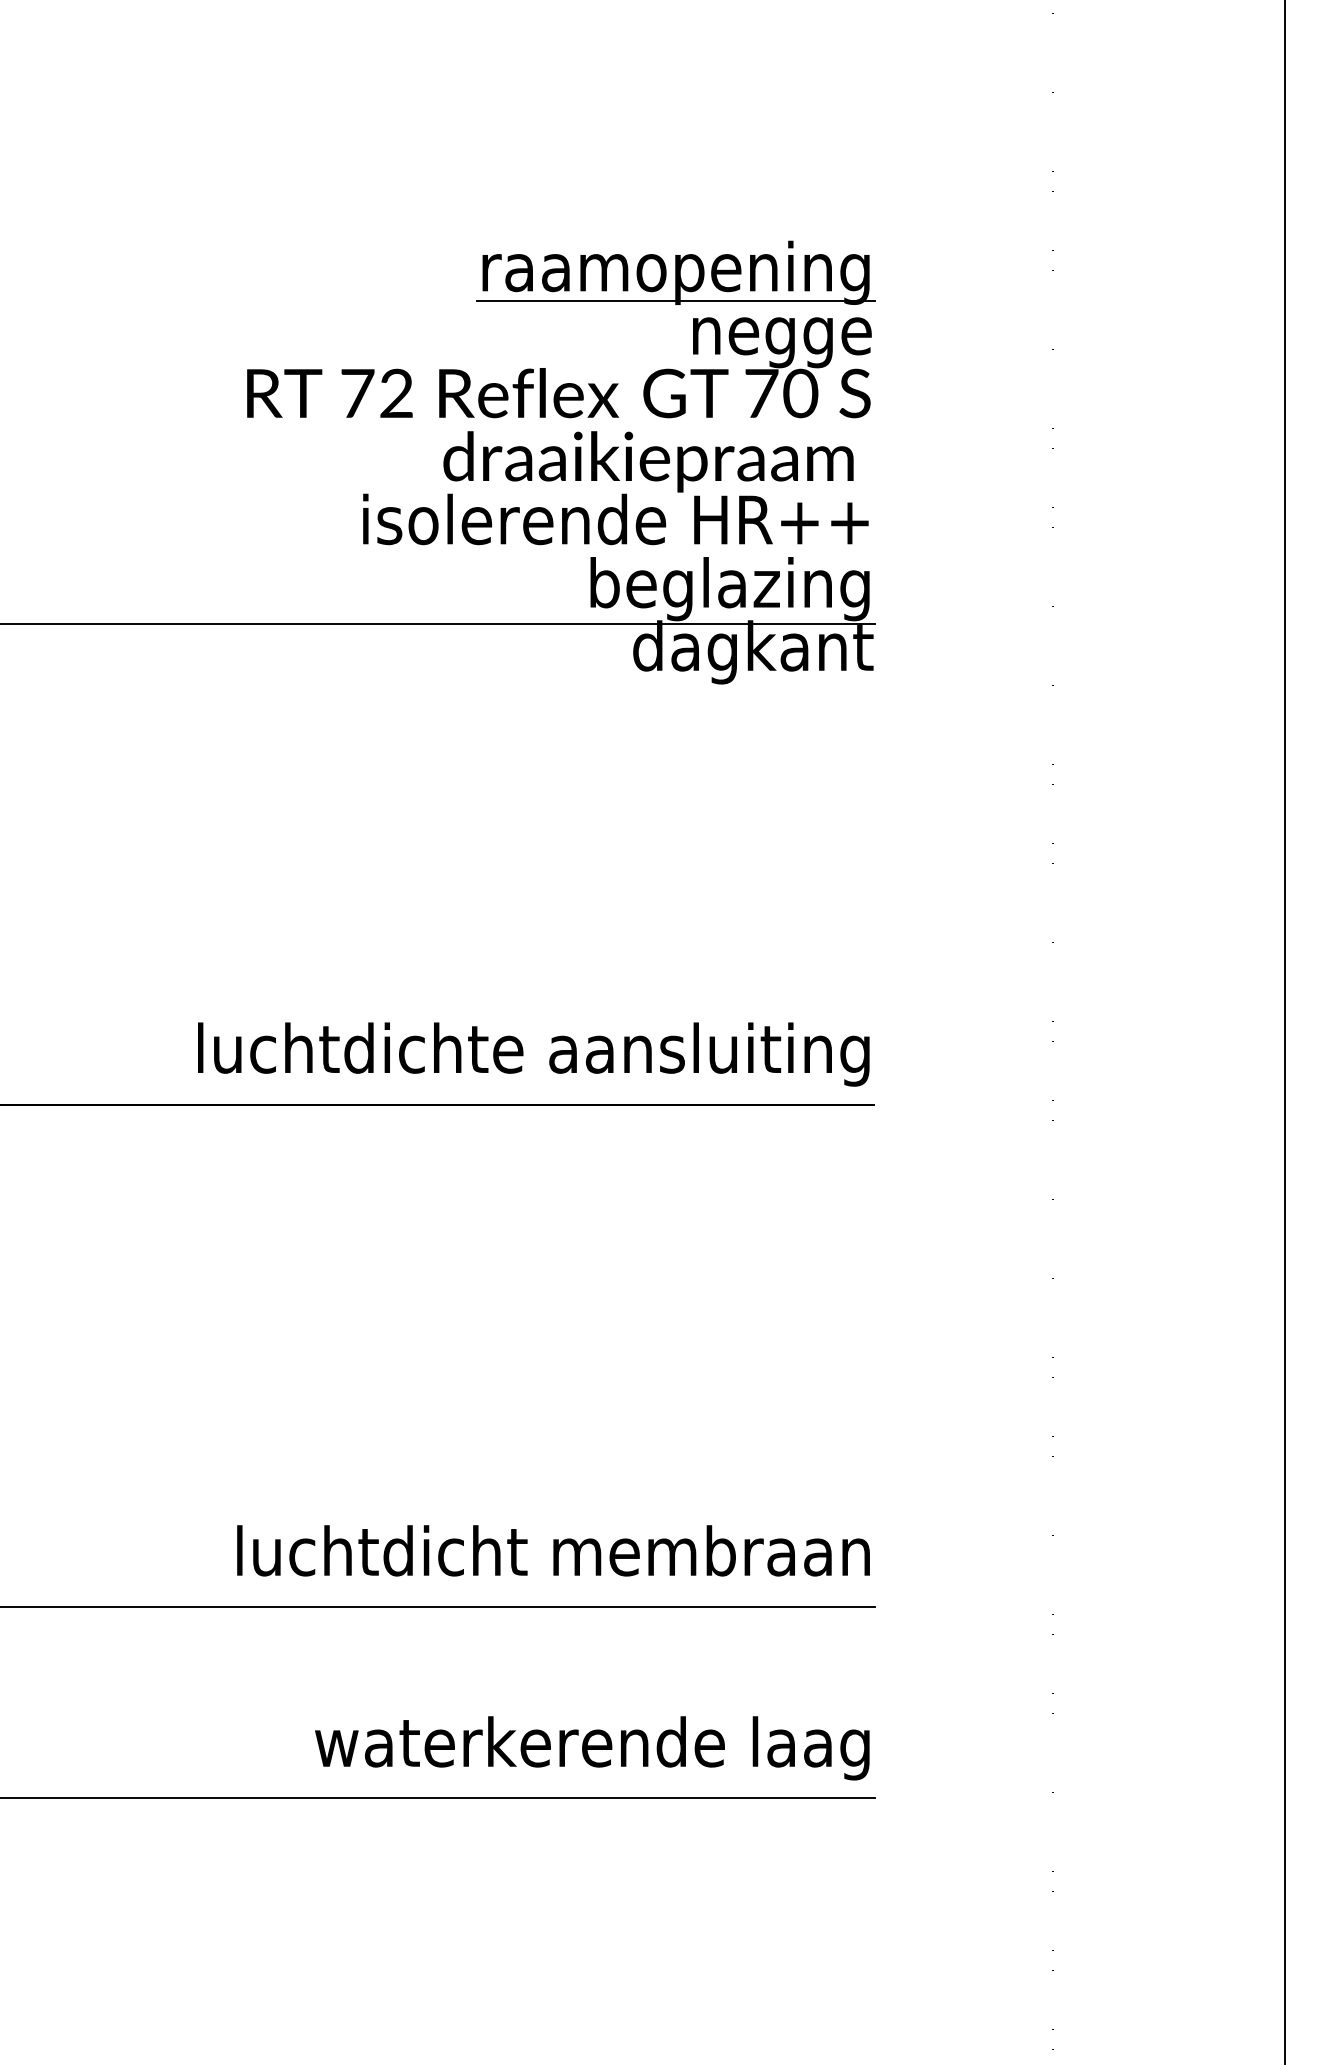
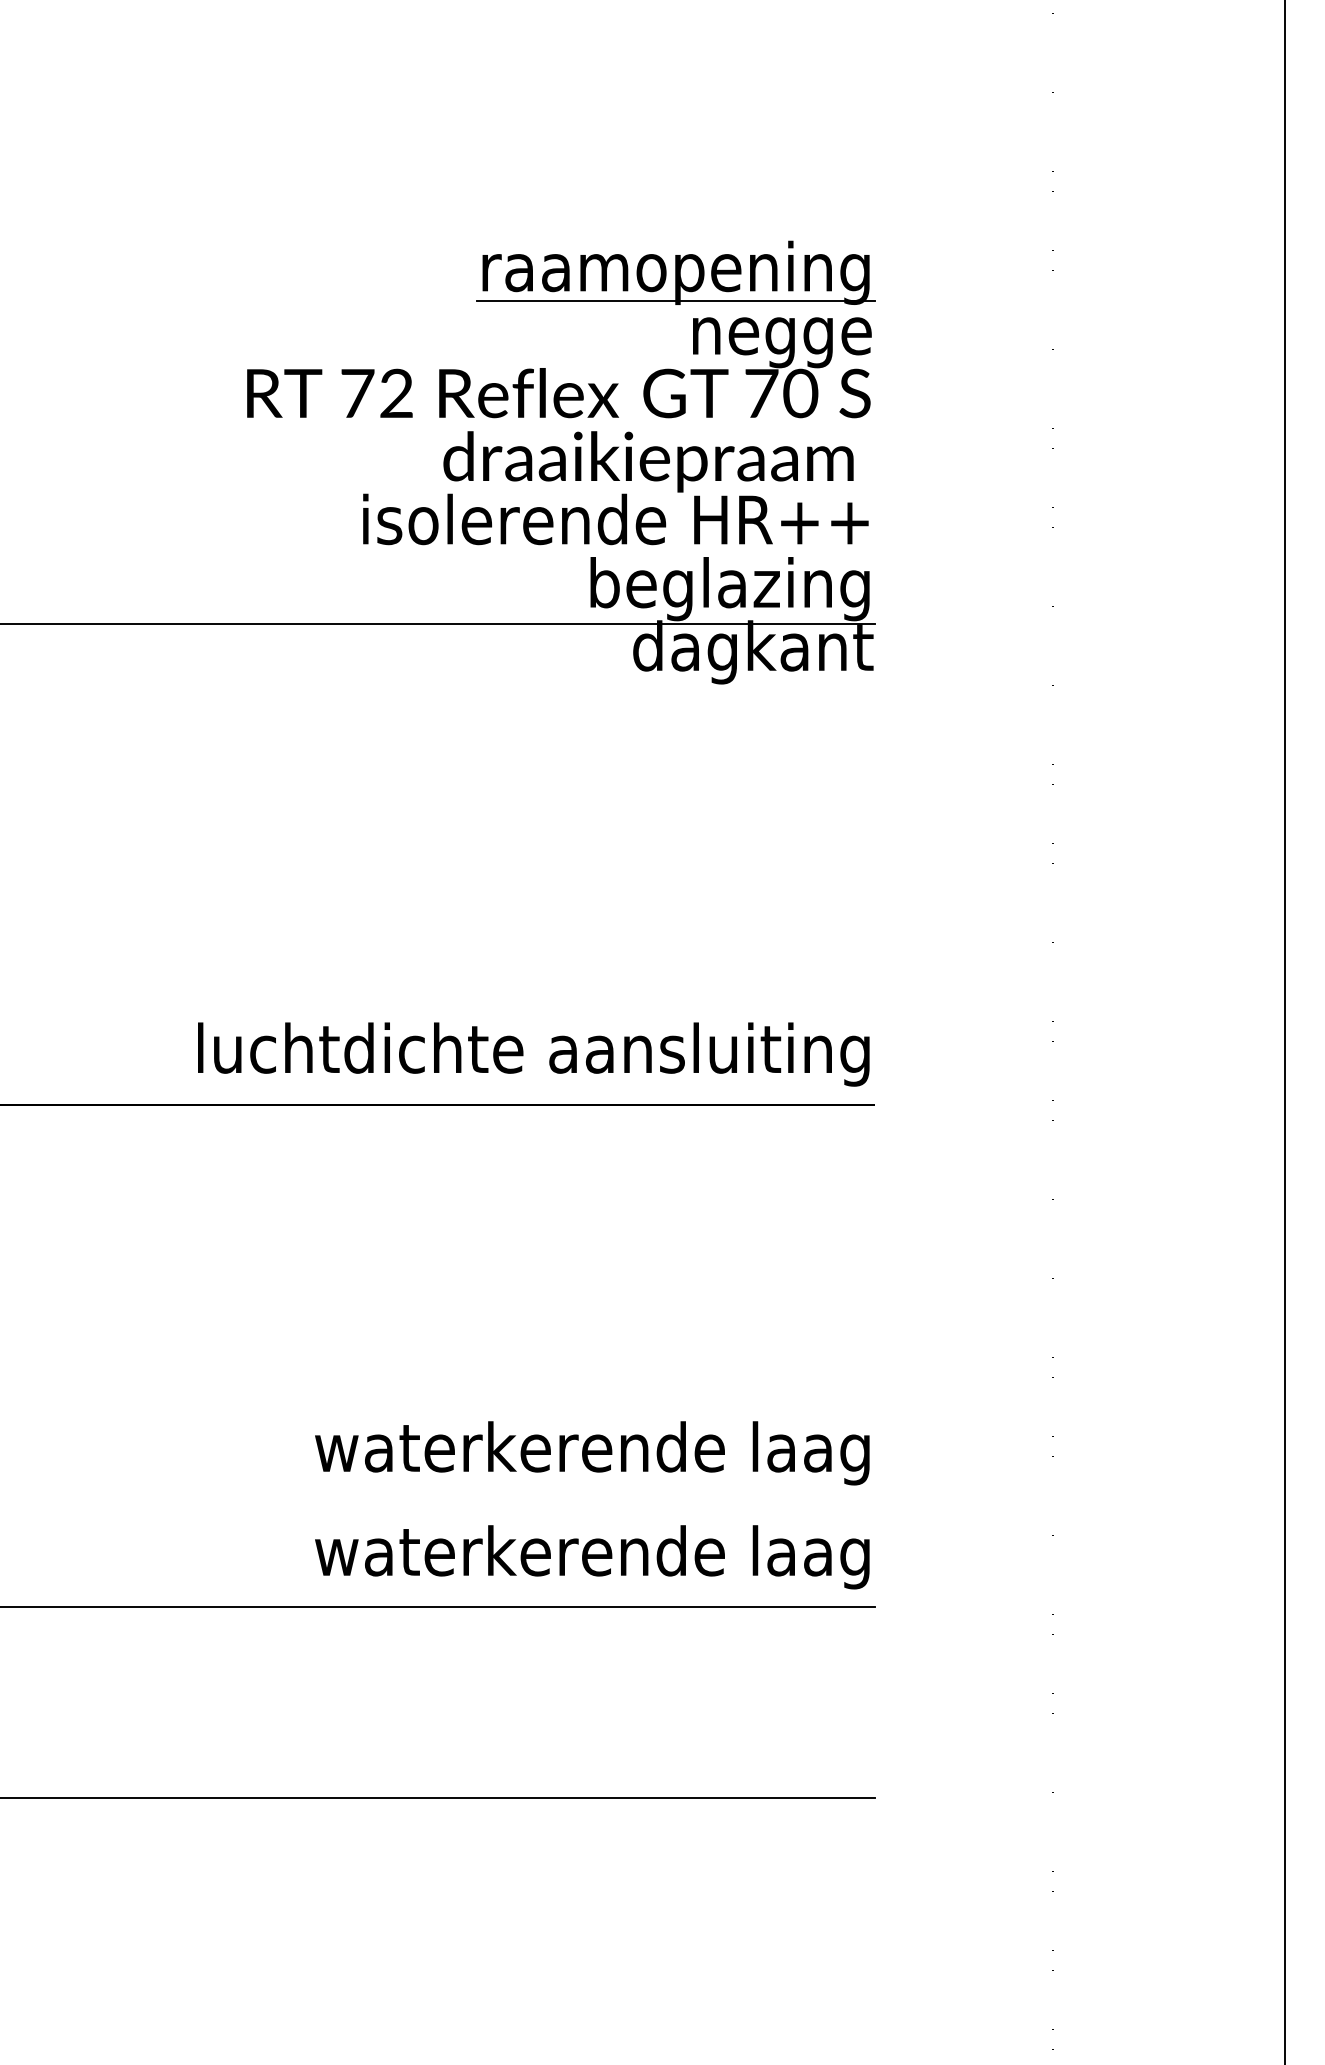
text at (553, 1557): luchtdicht membraan -> waterkerende laag
text at (592, 1748) position: (592, 1748) -> (592, 1453)
